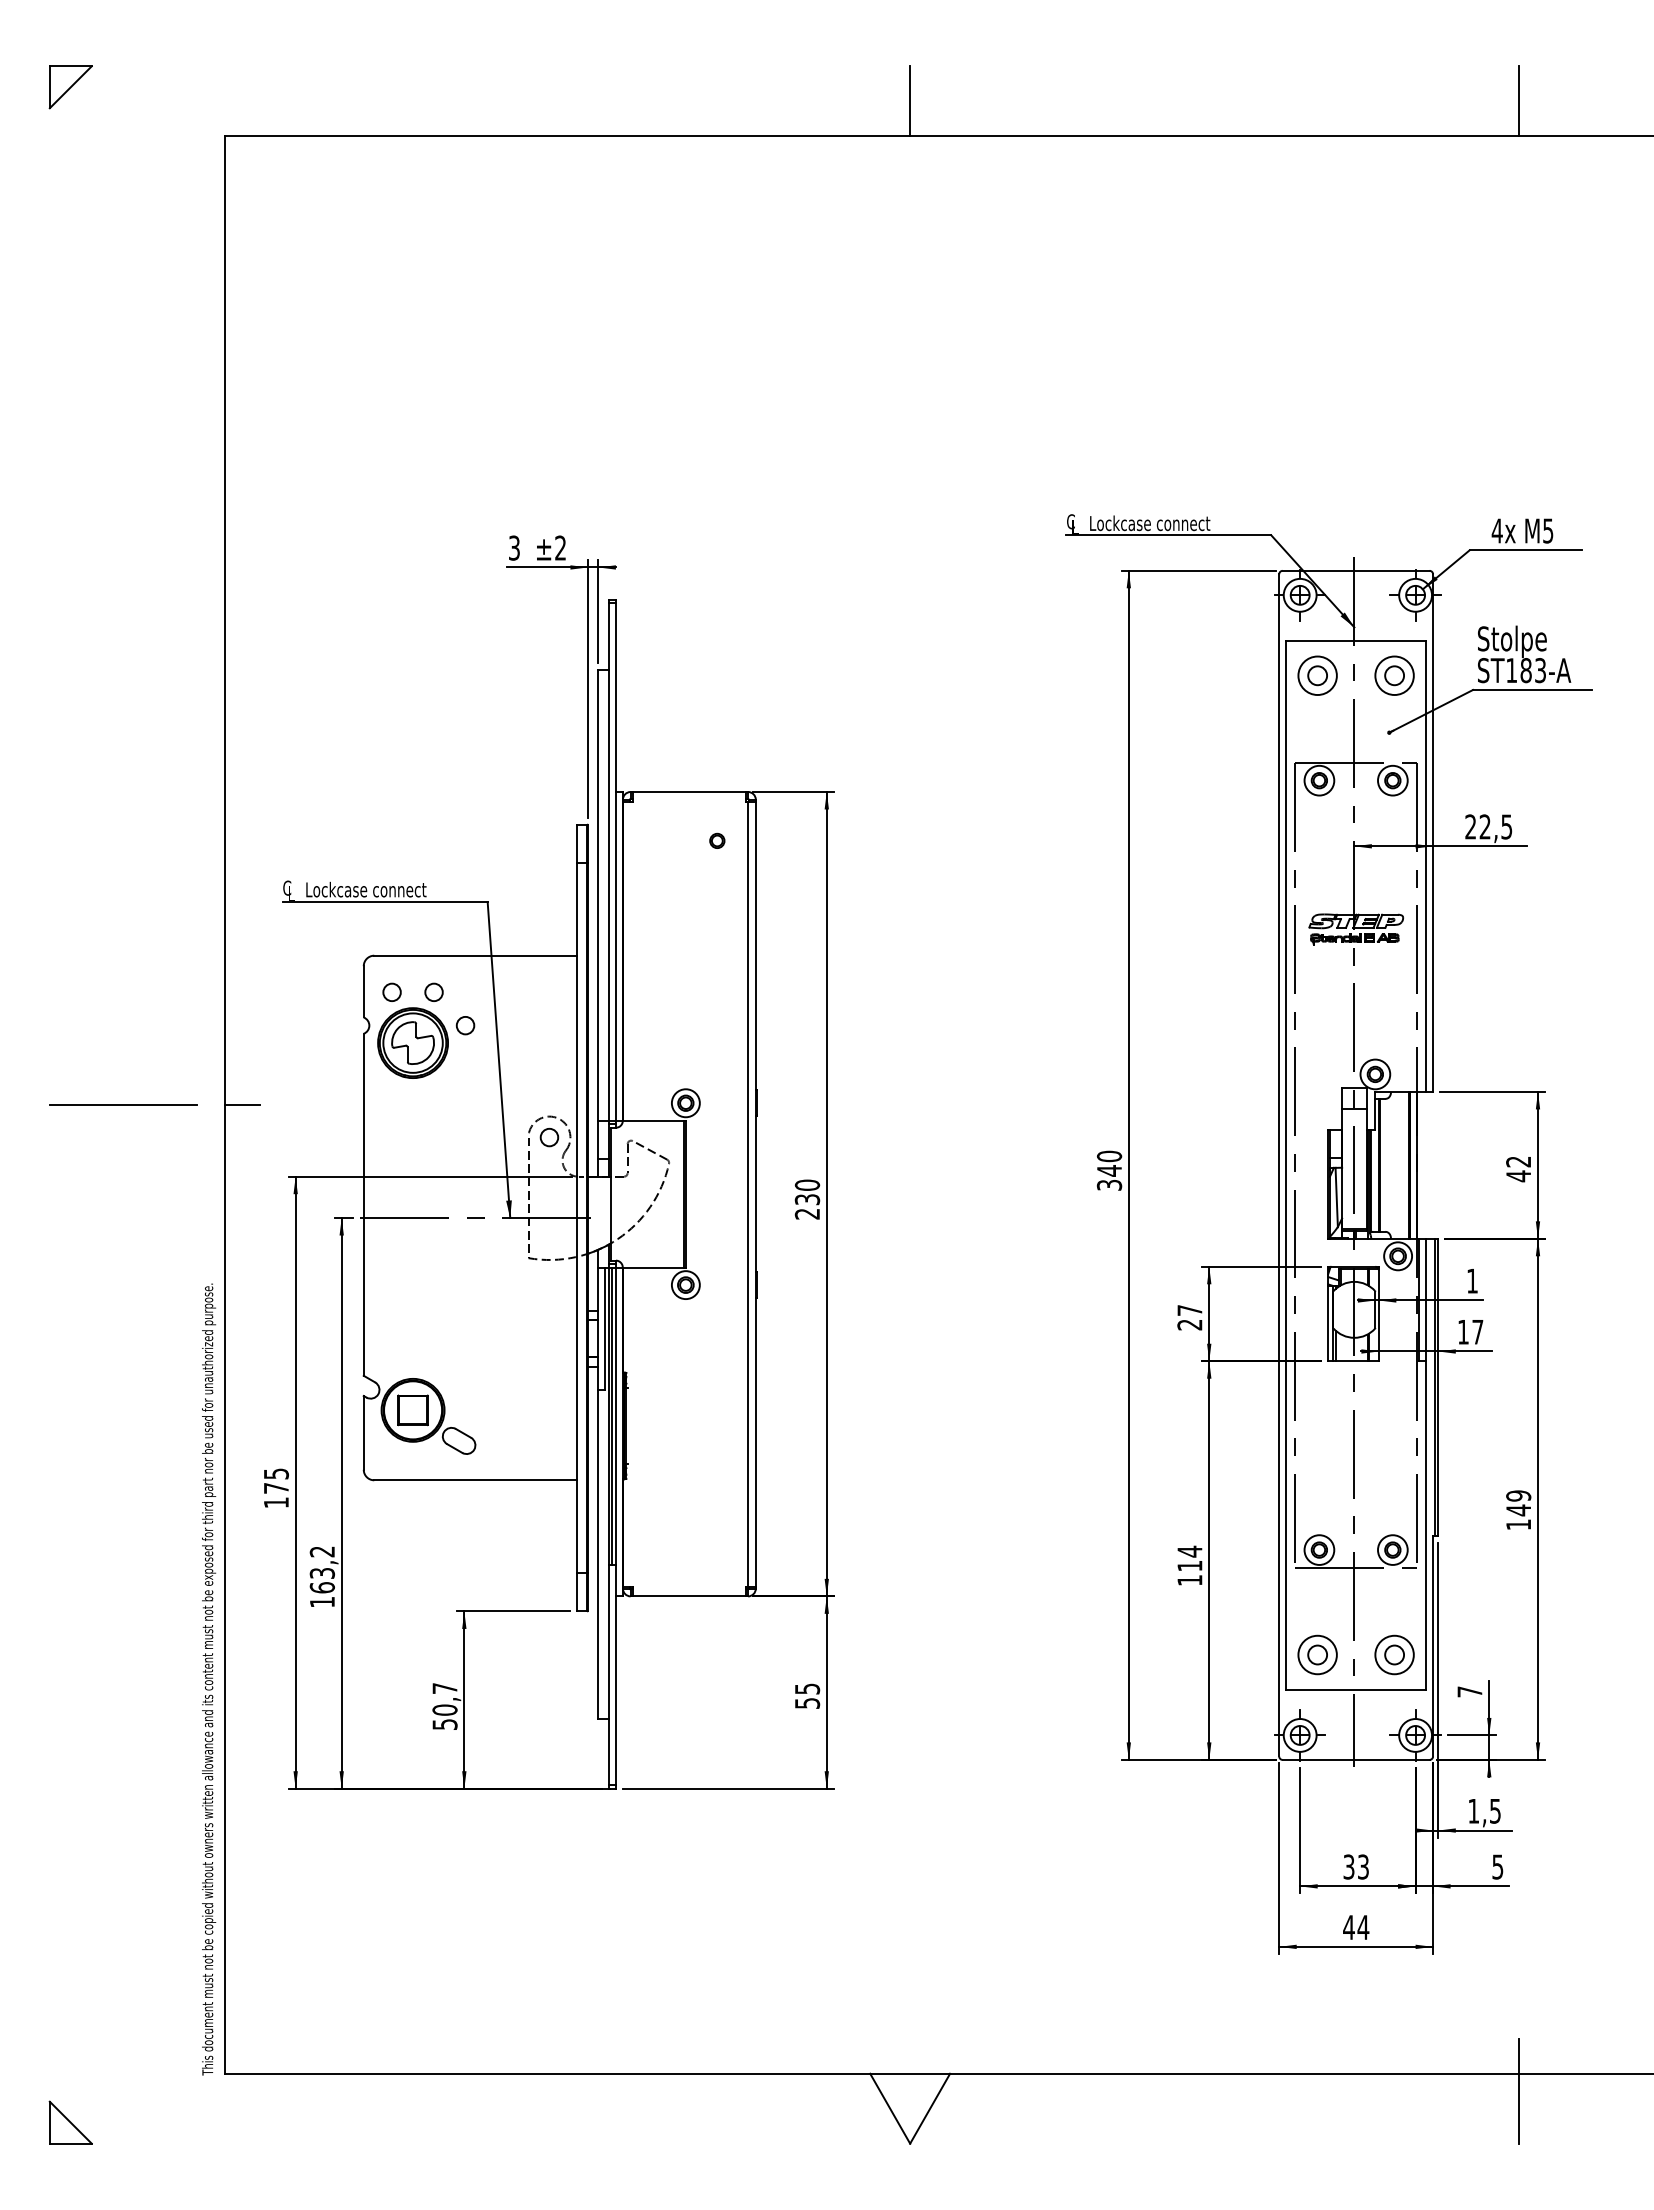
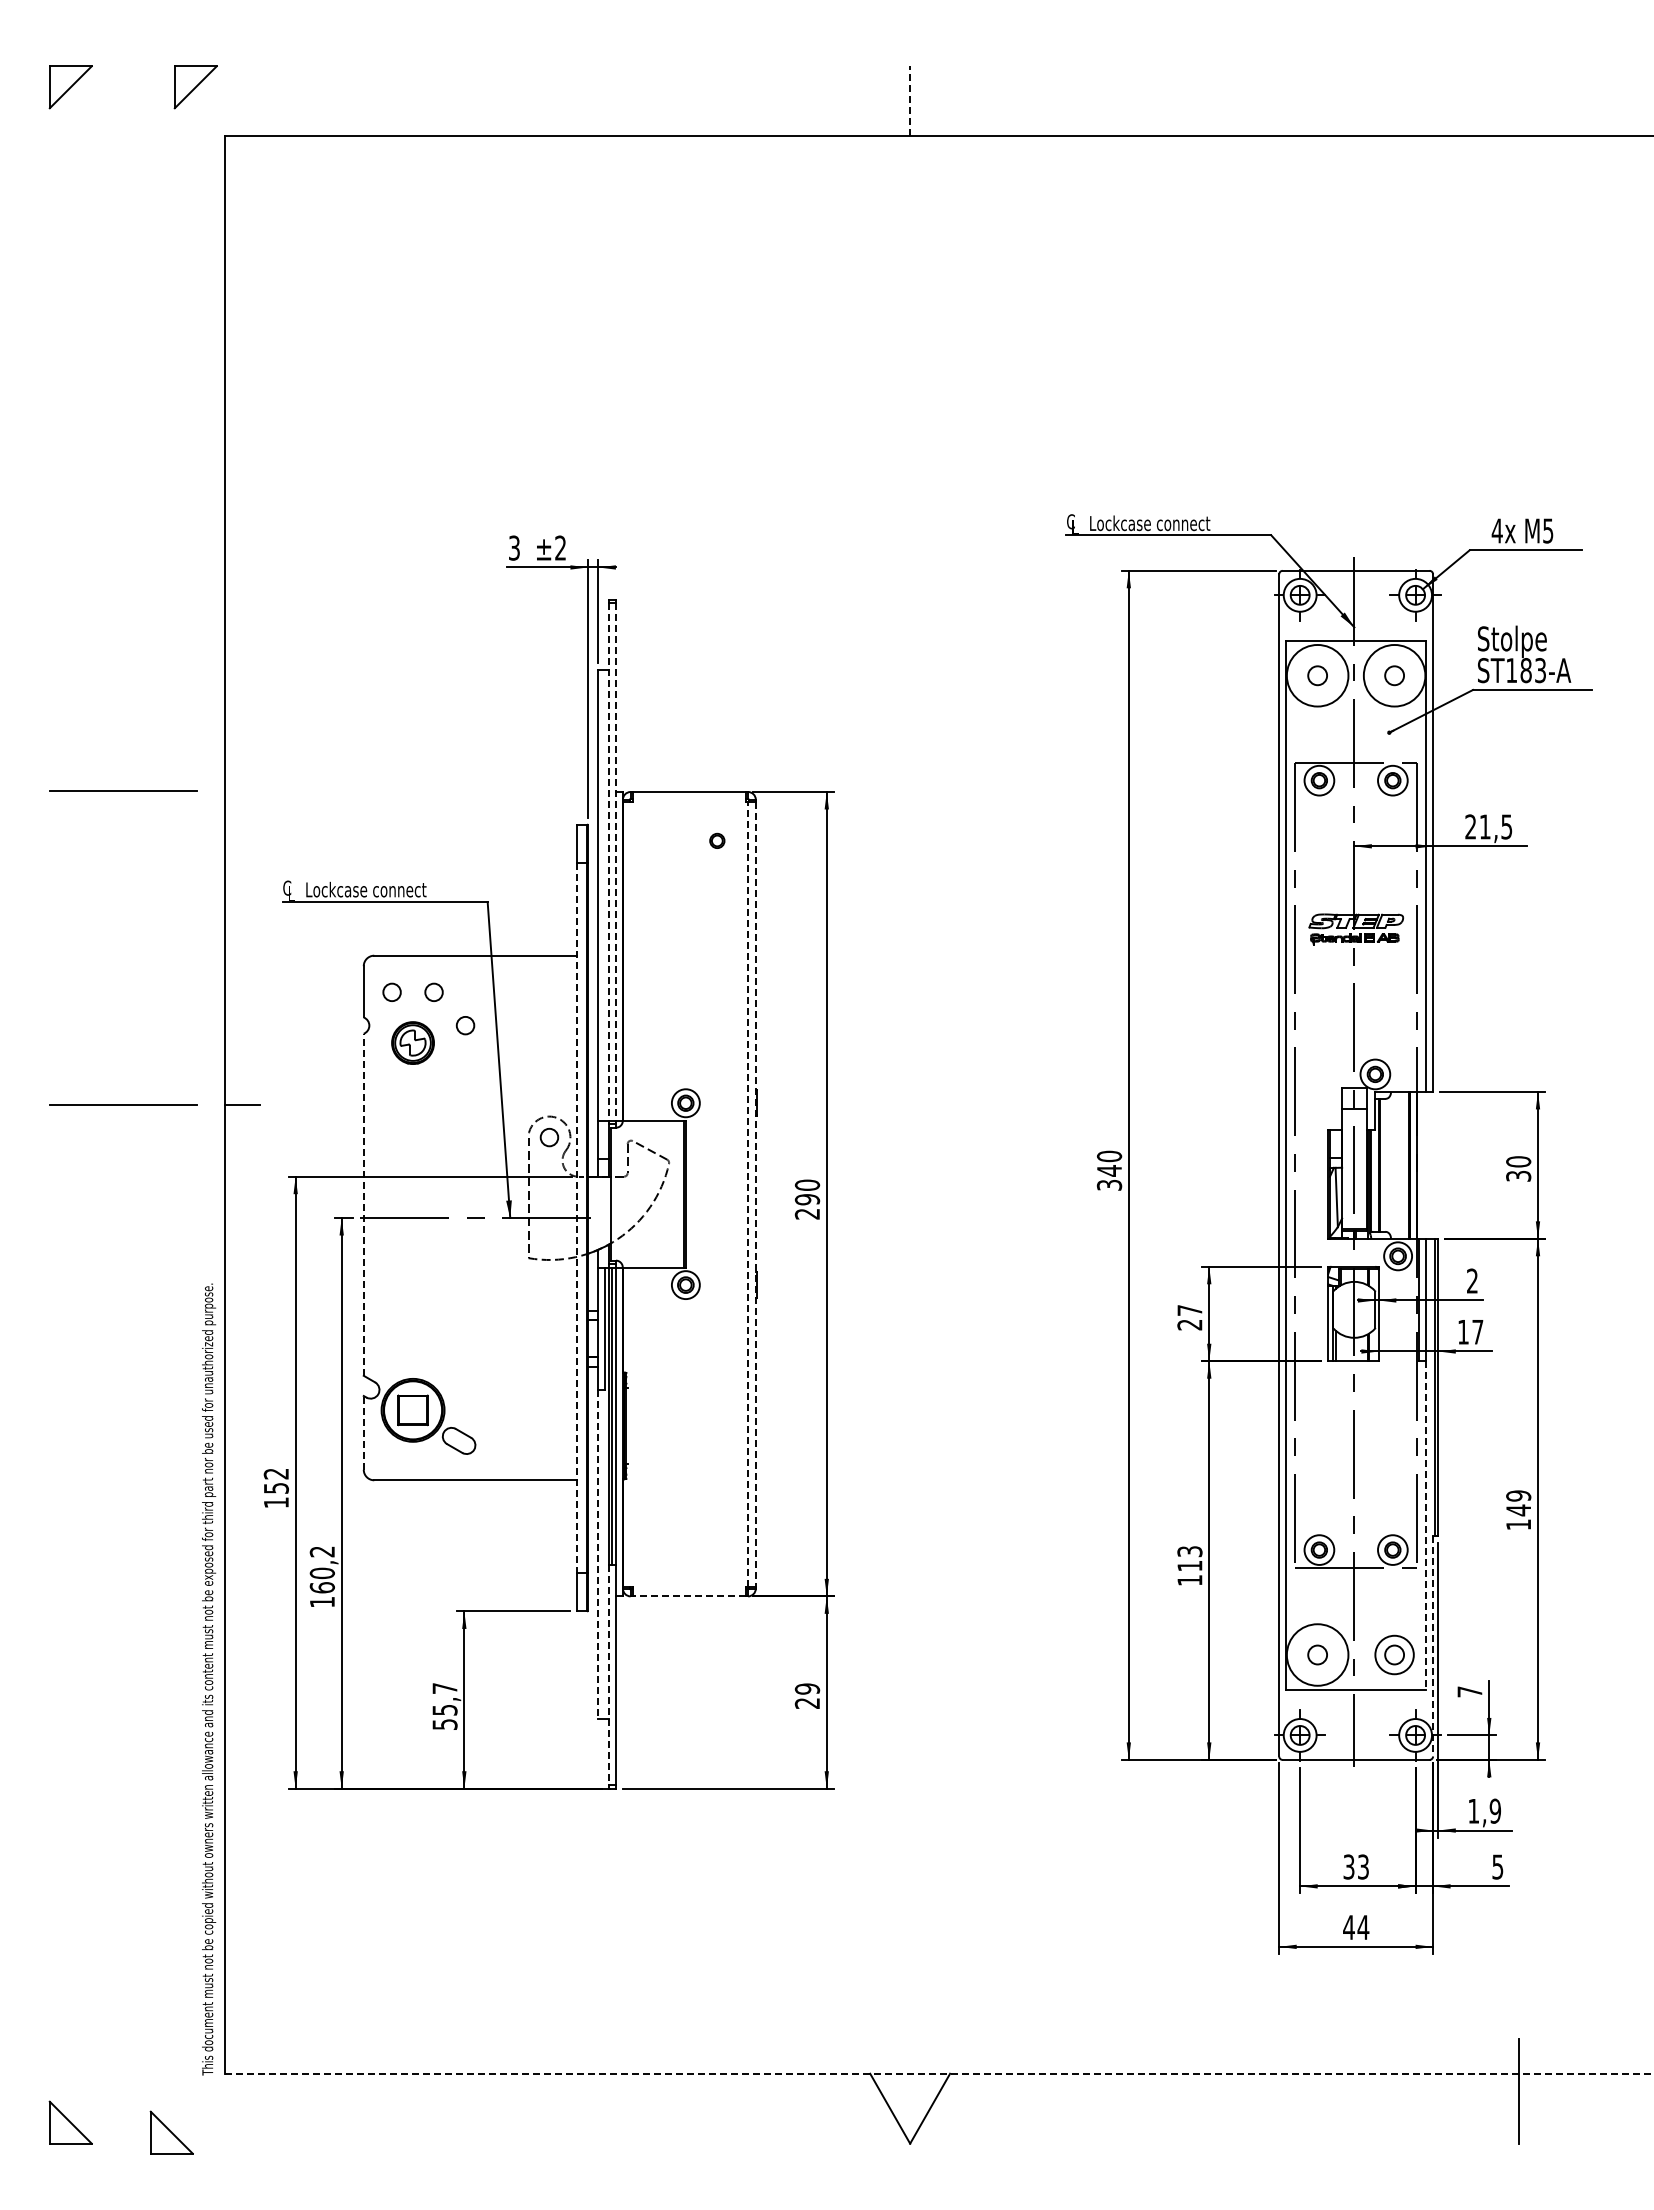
part at (195, 87): none -> present
line at (910, 101): solid -> dashed
line at (1518, 101): present -> none
circle at (1317, 675) diameter: 38 px -> 62 px
circle at (1394, 675) diameter: 38 px -> 62 px
line at (123, 790): none -> present
text at (1484, 826): 22,5 -> 21,5
line at (608, 861): solid -> dashed
line at (615, 861): solid -> dashed
part at (412, 1042) size: 72x72 px -> 44x44 px
text at (1518, 1169): 42 -> 30
line at (748, 1193): solid -> dashed
line at (755, 1194): solid -> dashed
text at (807, 1199): 230 -> 290
line at (363, 1204): solid -> dashed
line at (577, 1218): solid -> dashed
text at (1472, 1280): 1 -> 2
line at (363, 1432): solid -> dashed
text at (275, 1480): 175 -> 152
line at (1426, 1526): solid -> dashed
text at (1189, 1551): 114 -> 113
line at (598, 1554): solid -> dashed
text at (322, 1573): 163,2 -> 160,2
line at (689, 1596): solid -> dashed
line at (1433, 1646): solid -> dashed
circle at (1317, 1654) diameter: 38 px -> 62 px
line at (608, 1675): solid -> dashed
text at (807, 1695): 55 -> 29
text at (444, 1709): 50,7 -> 55,7
text at (1494, 1810): 1,5 -> 1,9
line at (939, 2073): solid -> dashed
part at (171, 2132): none -> present
